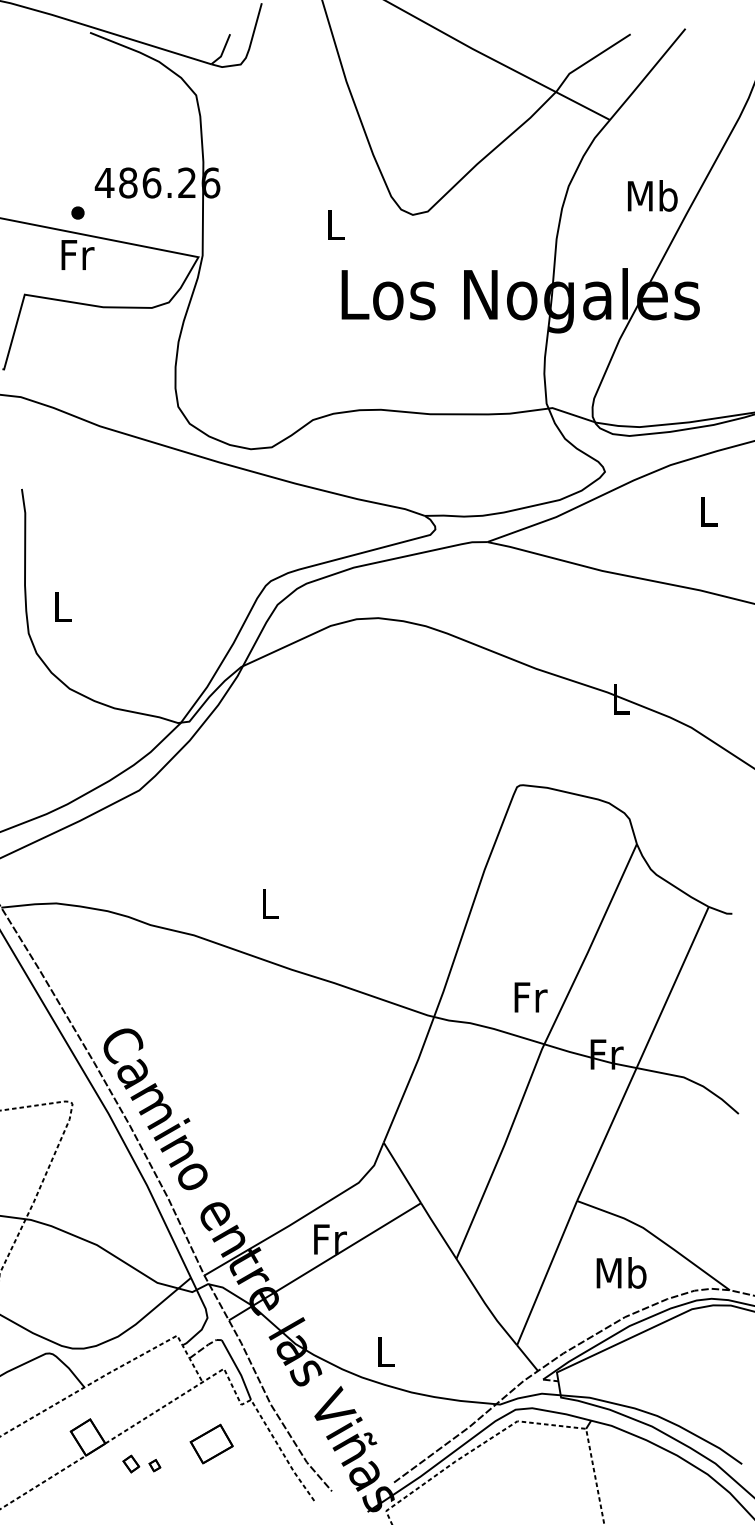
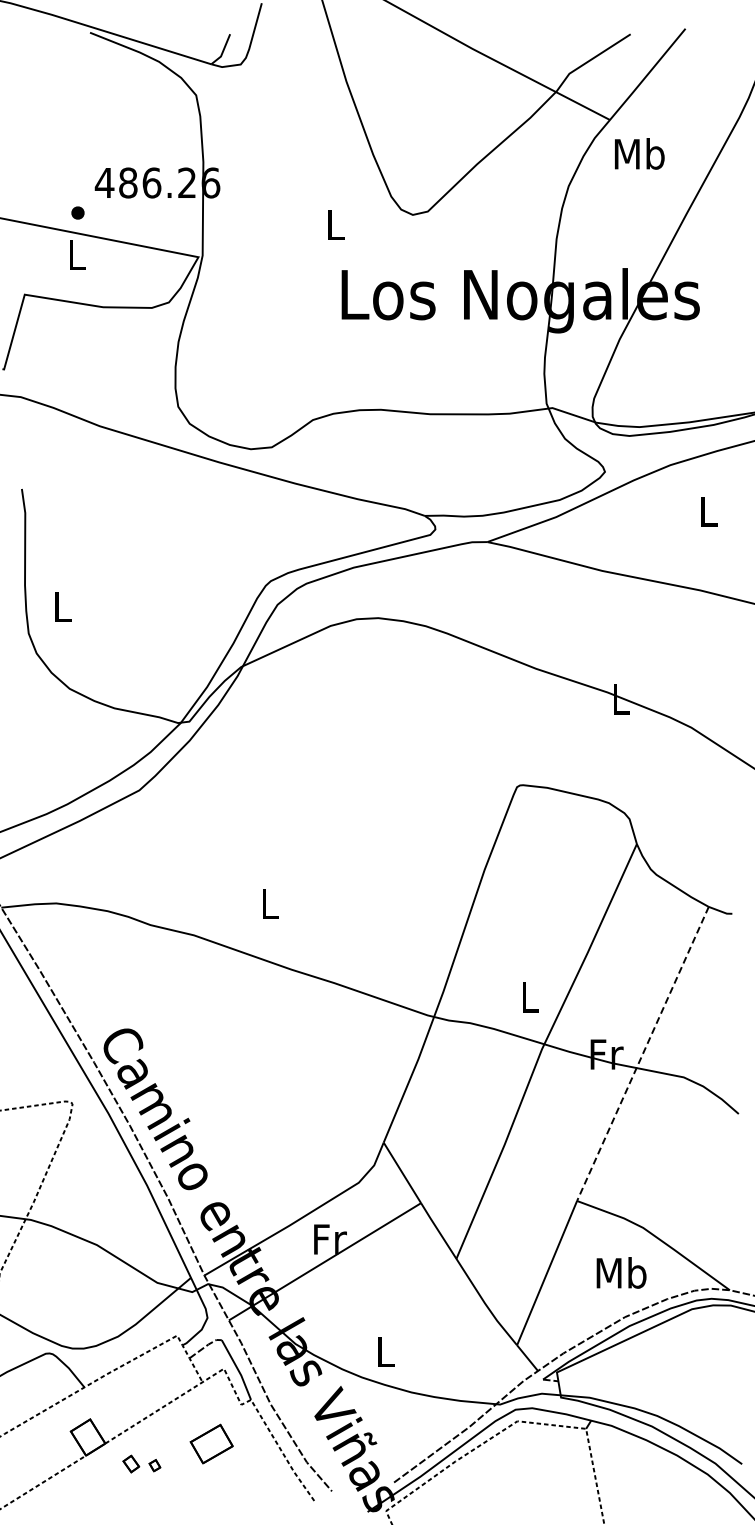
text at (652, 195) position: (652, 195) -> (639, 153)
text at (77, 255): Fr -> L
text at (530, 997): Fr -> L
line at (642, 1054): solid -> dashed
